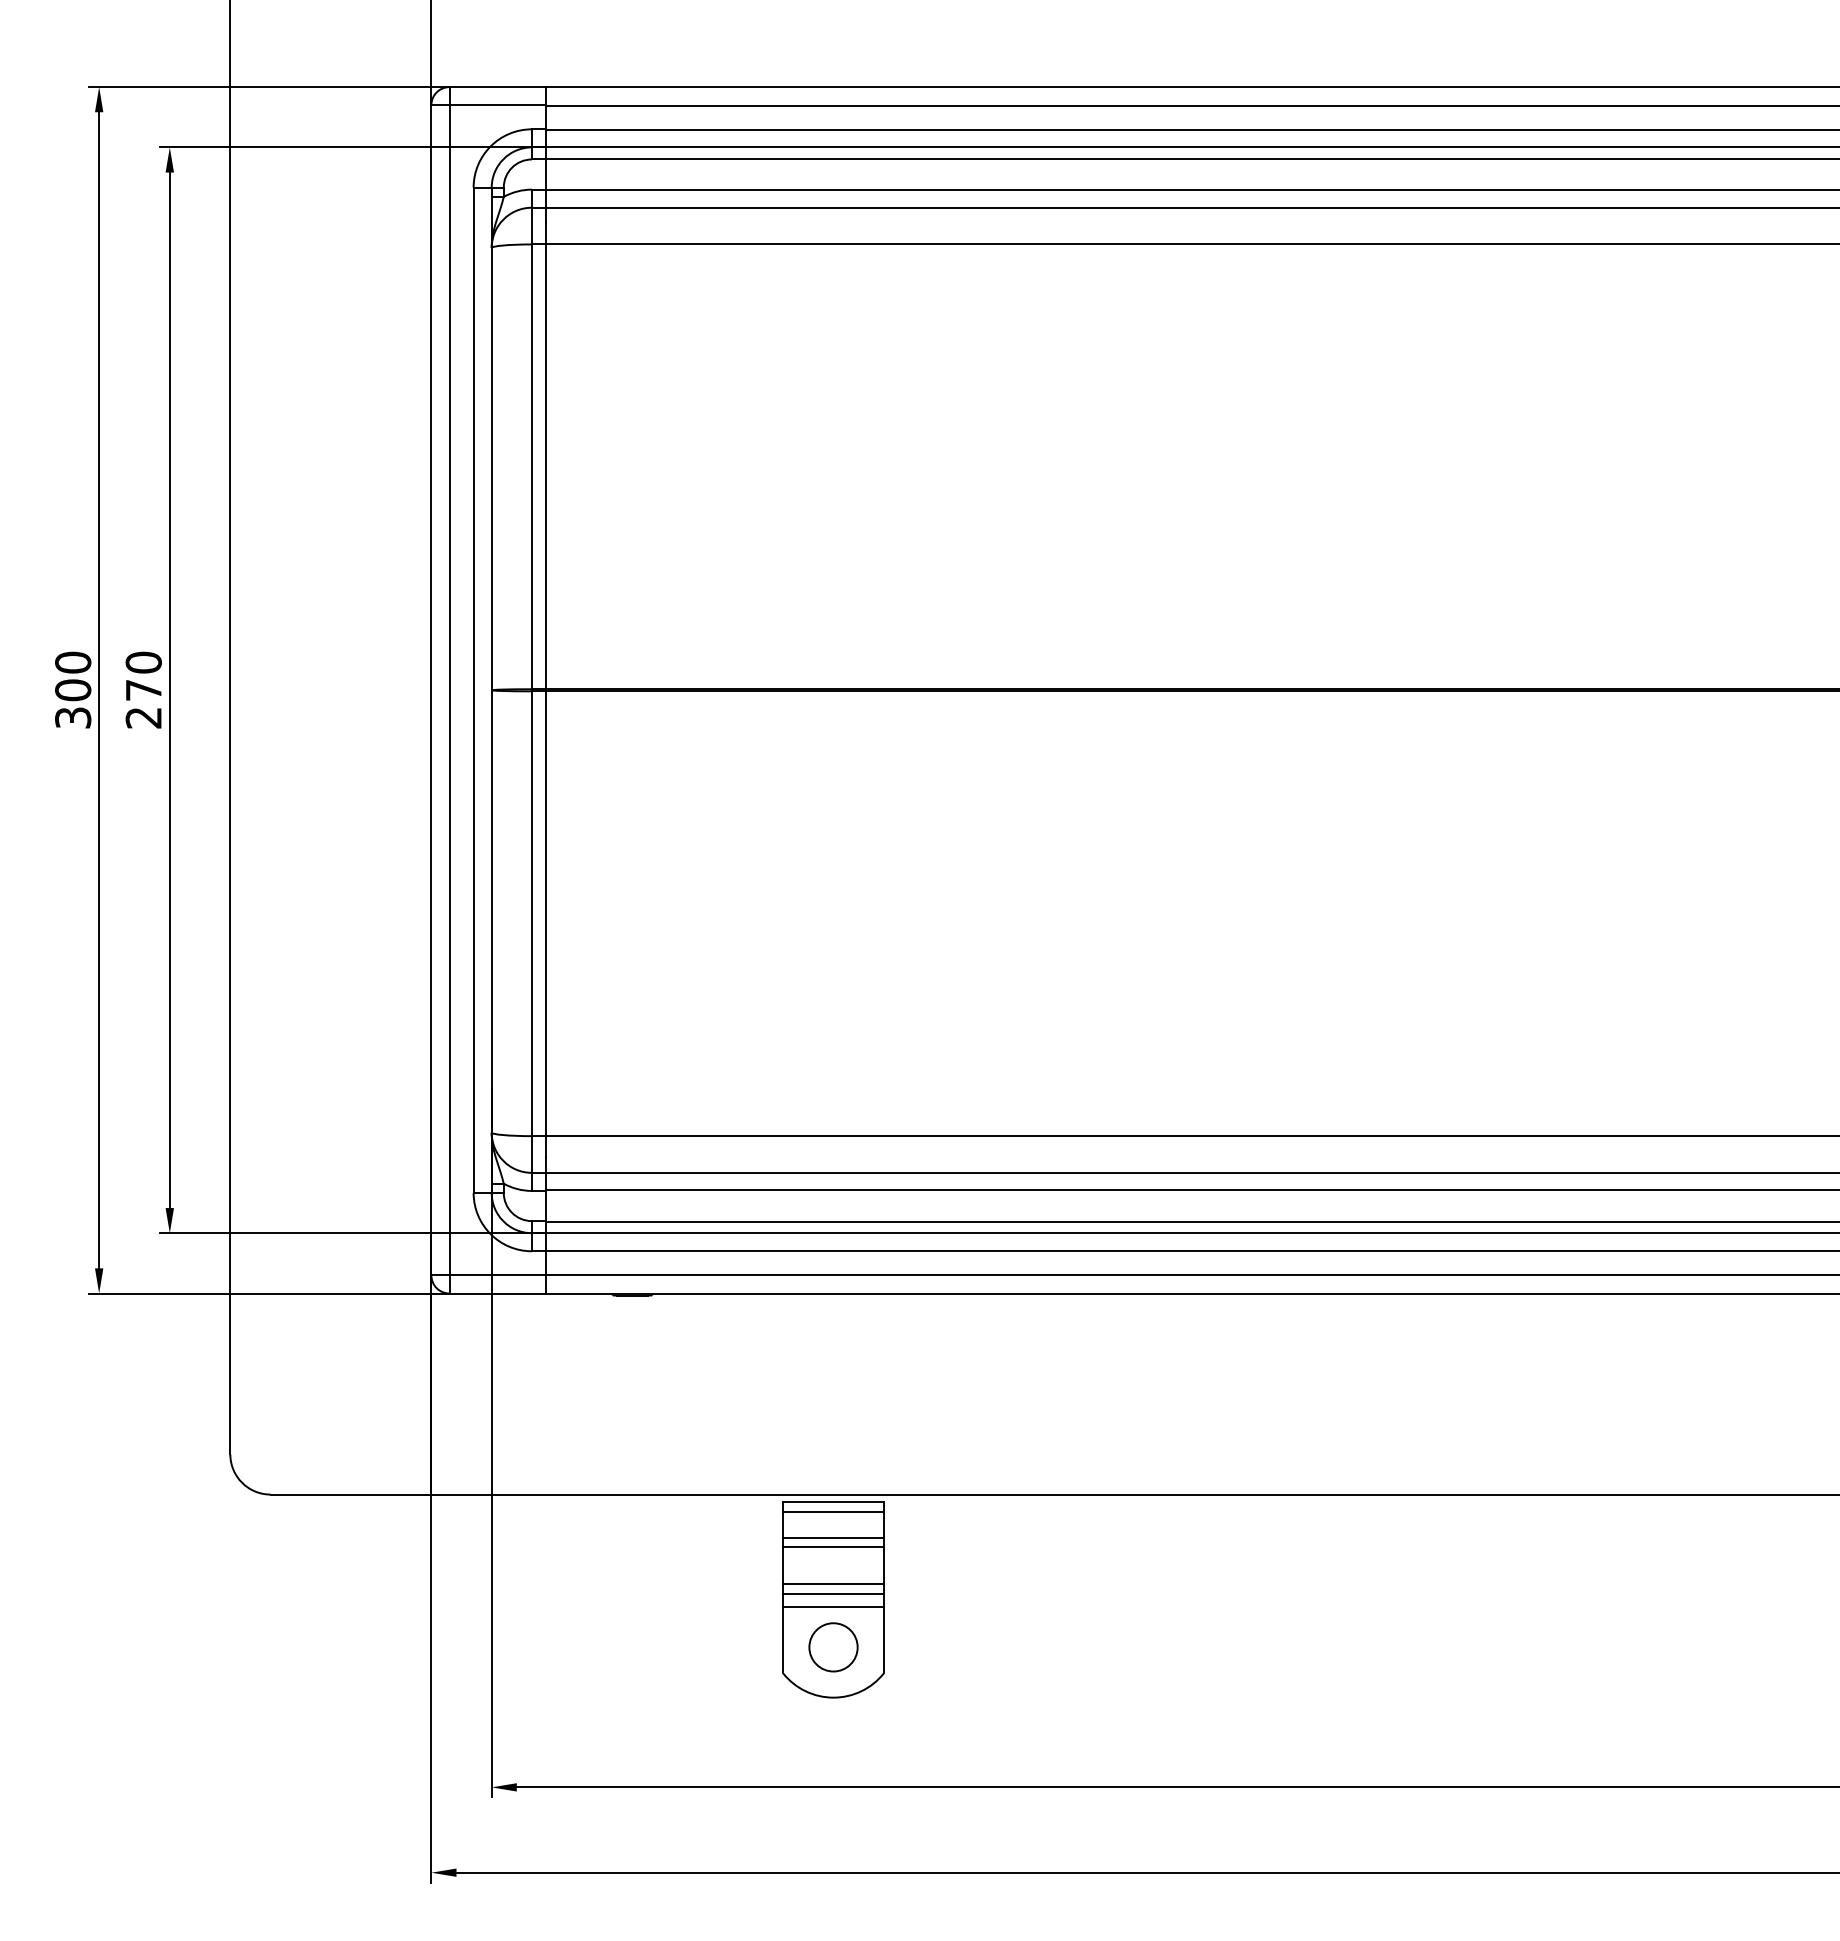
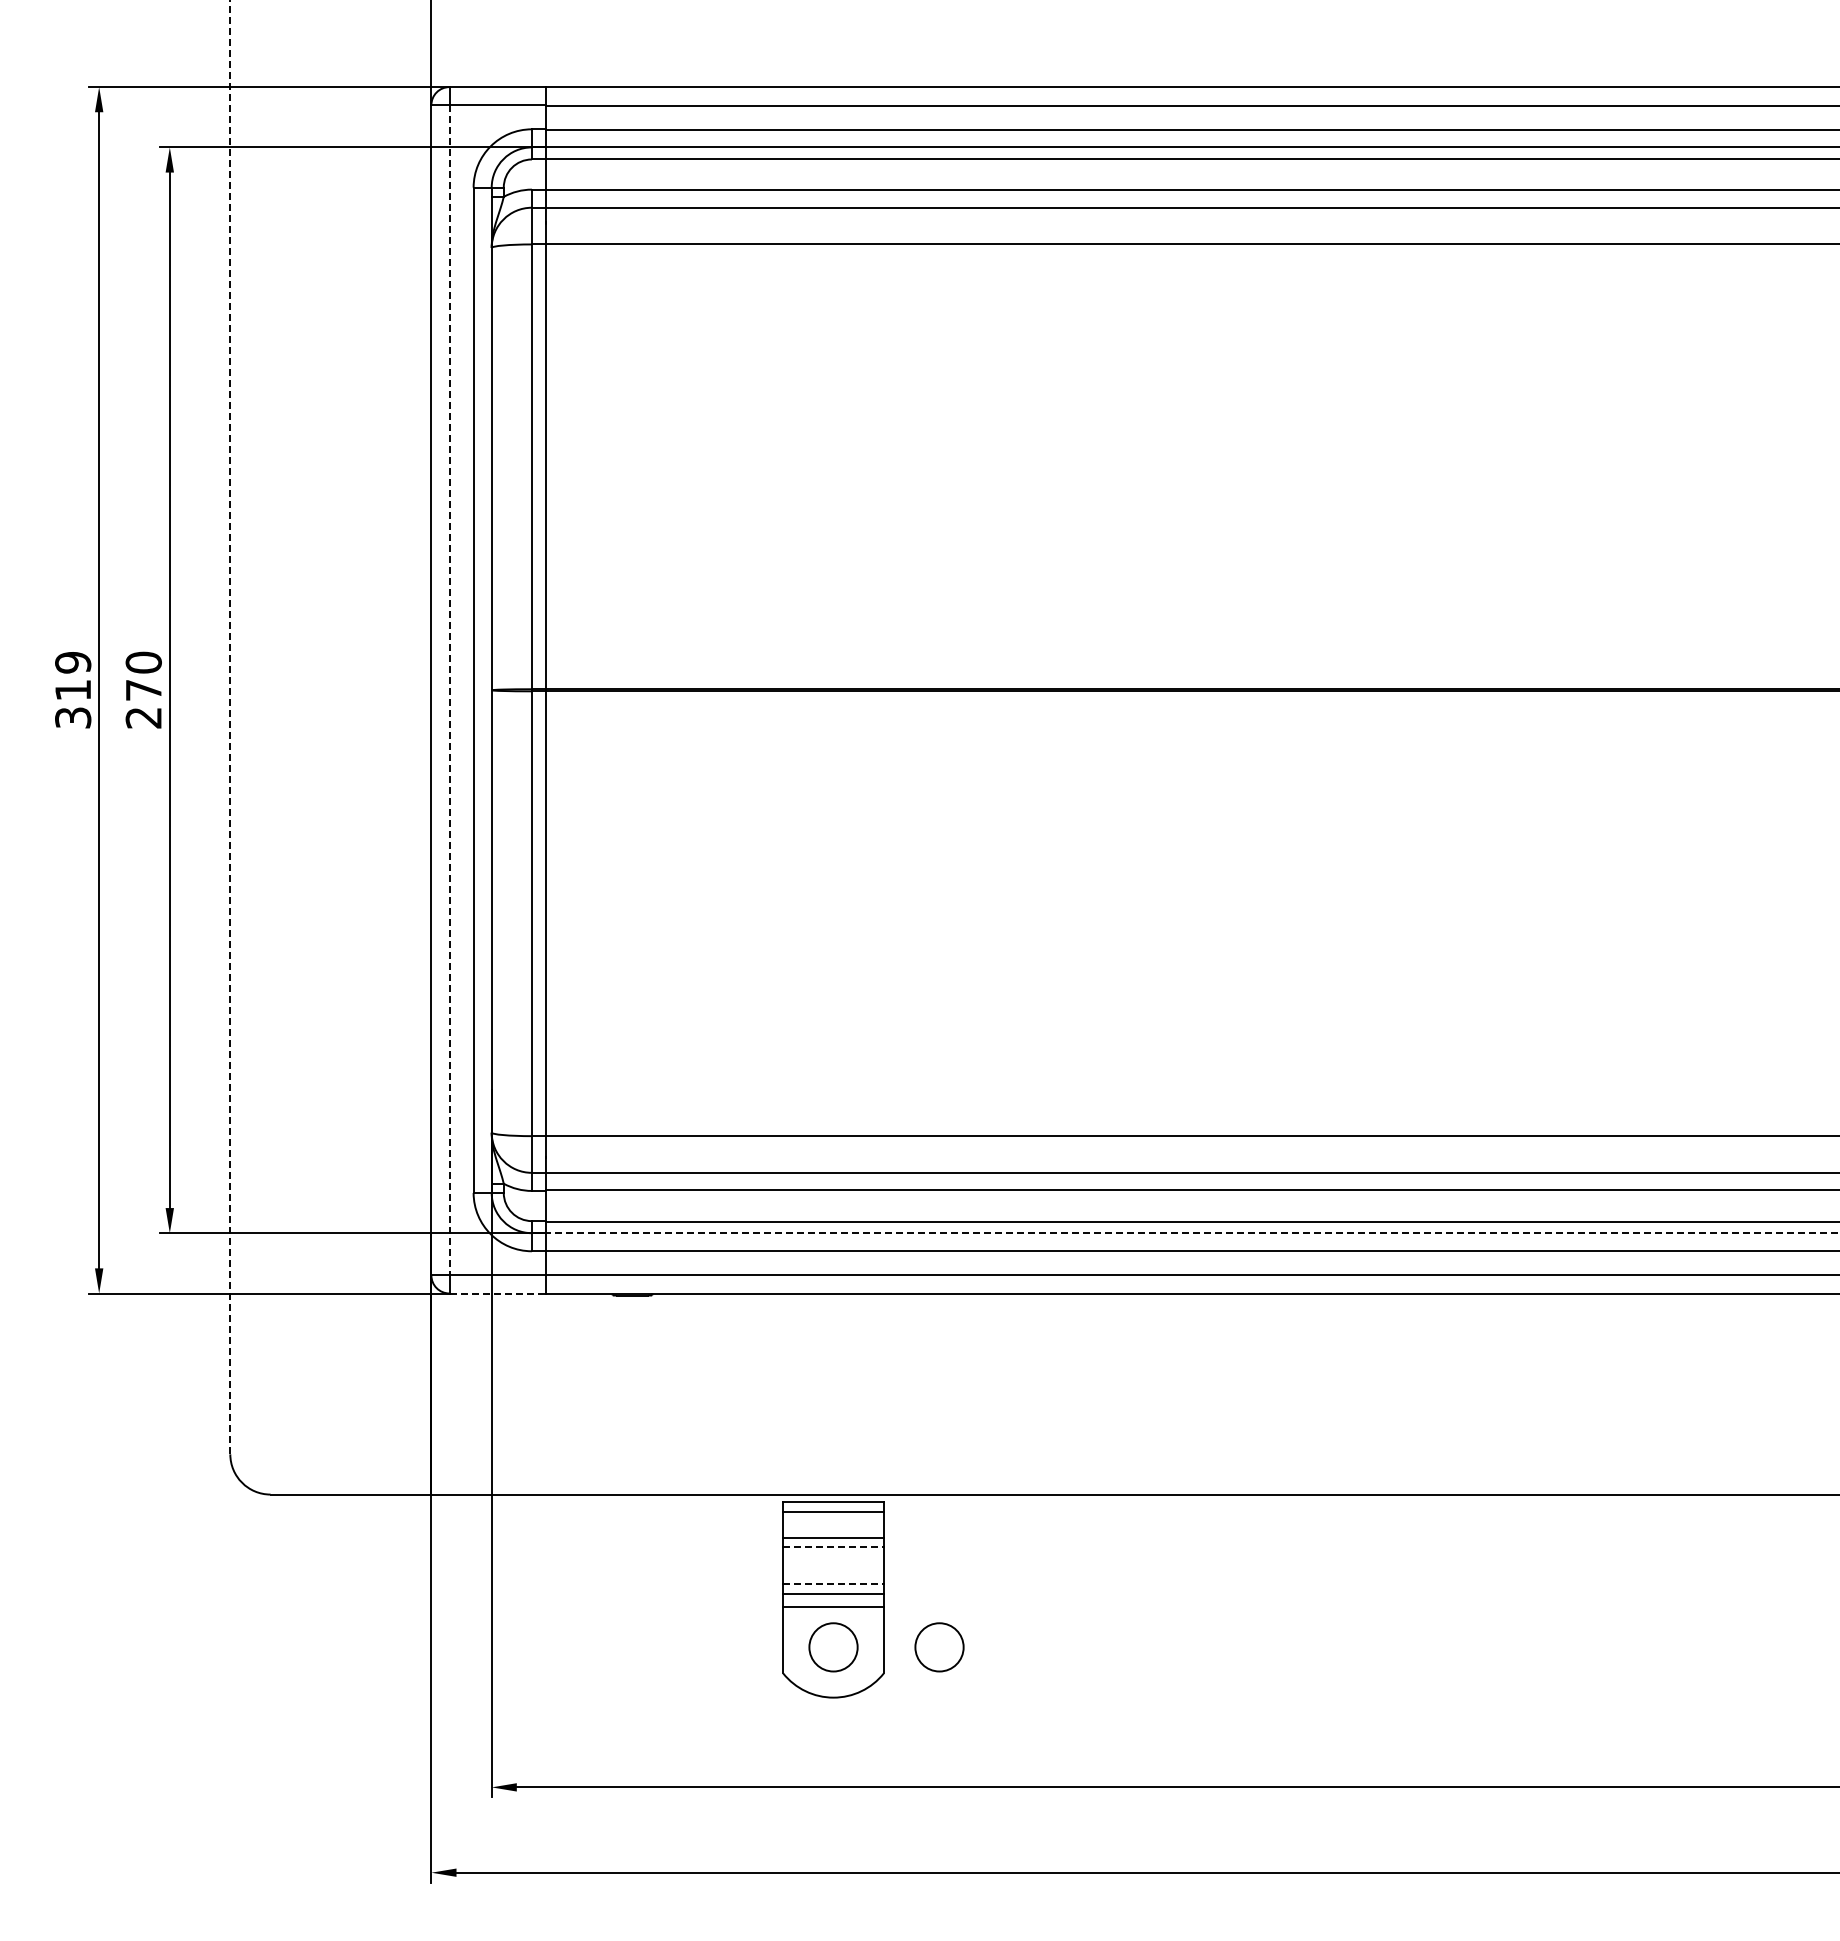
text at (73, 676): 300 -> 319
line at (449, 690): solid -> dashed
line at (230, 726): solid -> dashed
line at (1192, 1233): solid -> dashed
line at (498, 1293): solid -> dashed
line at (834, 1547): solid -> dashed
line at (834, 1584): solid -> dashed
circle at (939, 1647): none -> present
